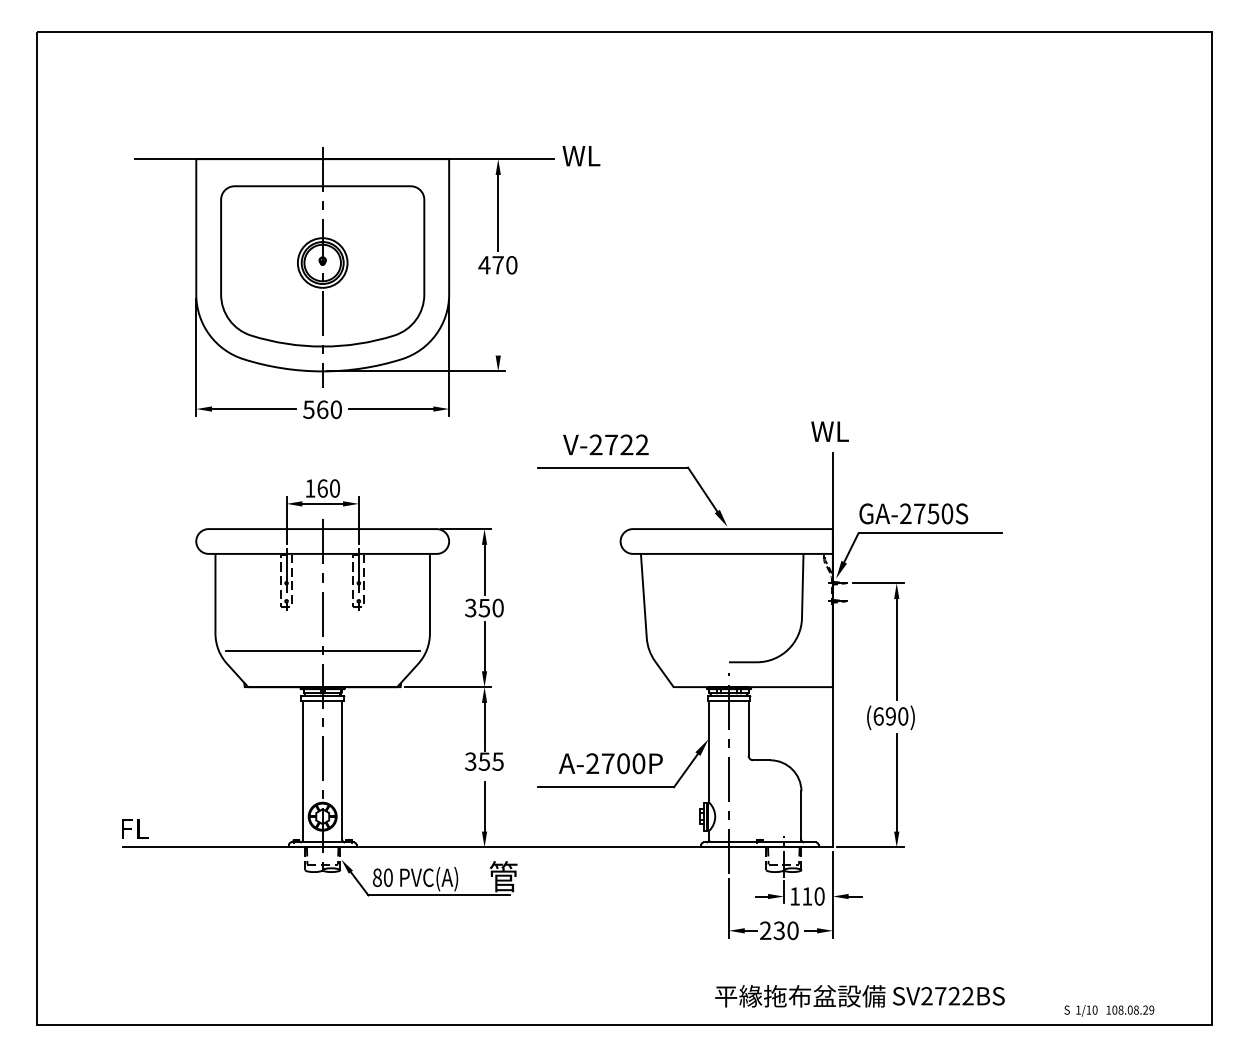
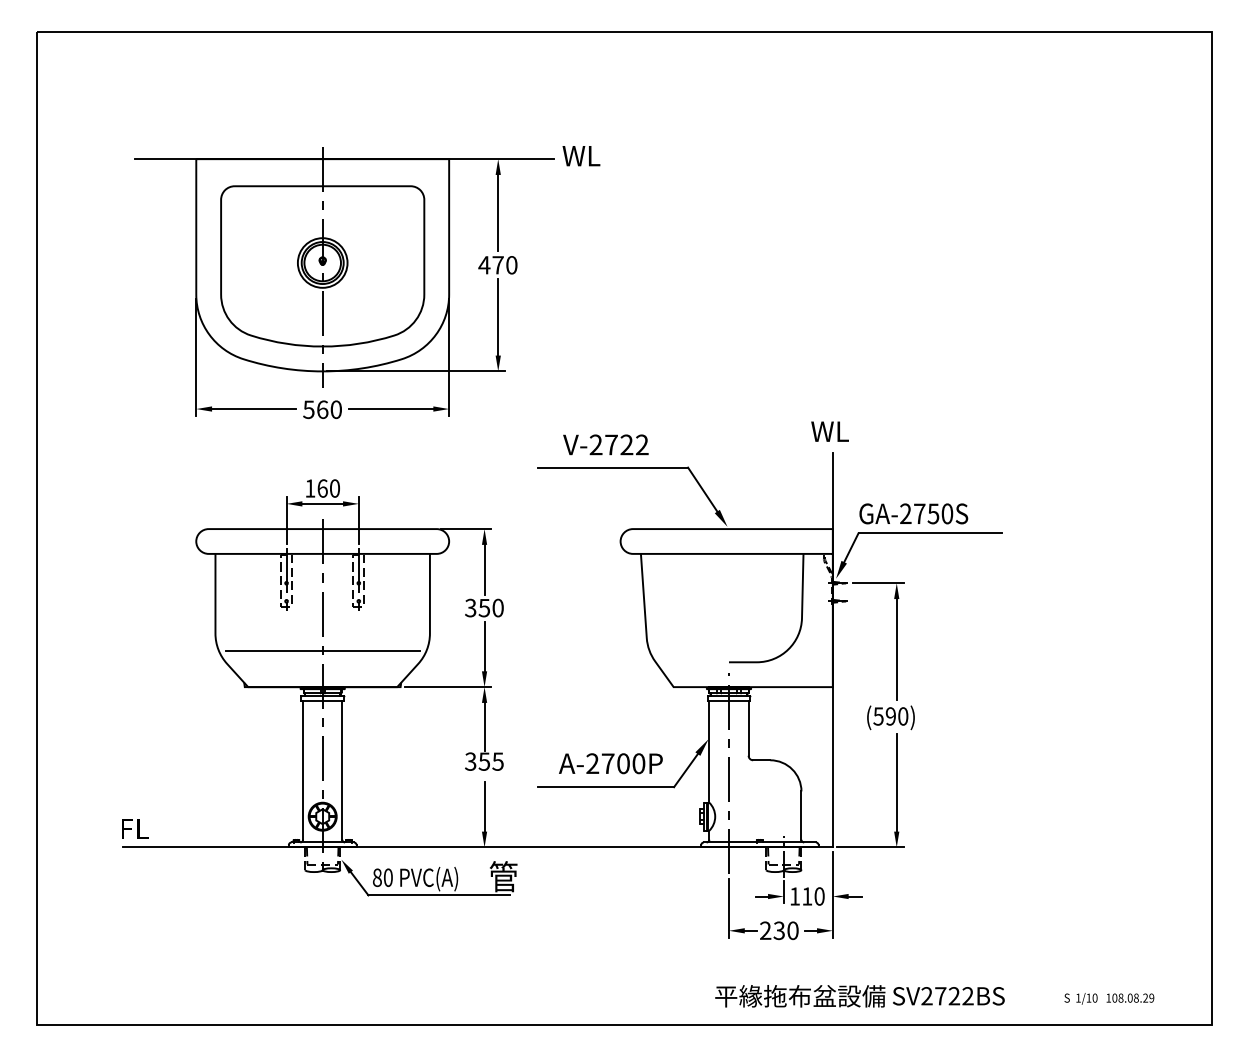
line at (498, 317): none -> present
text at (878, 716): (690) -> (590)
text at (1109, 1010) position: (1109, 1010) -> (1109, 998)
